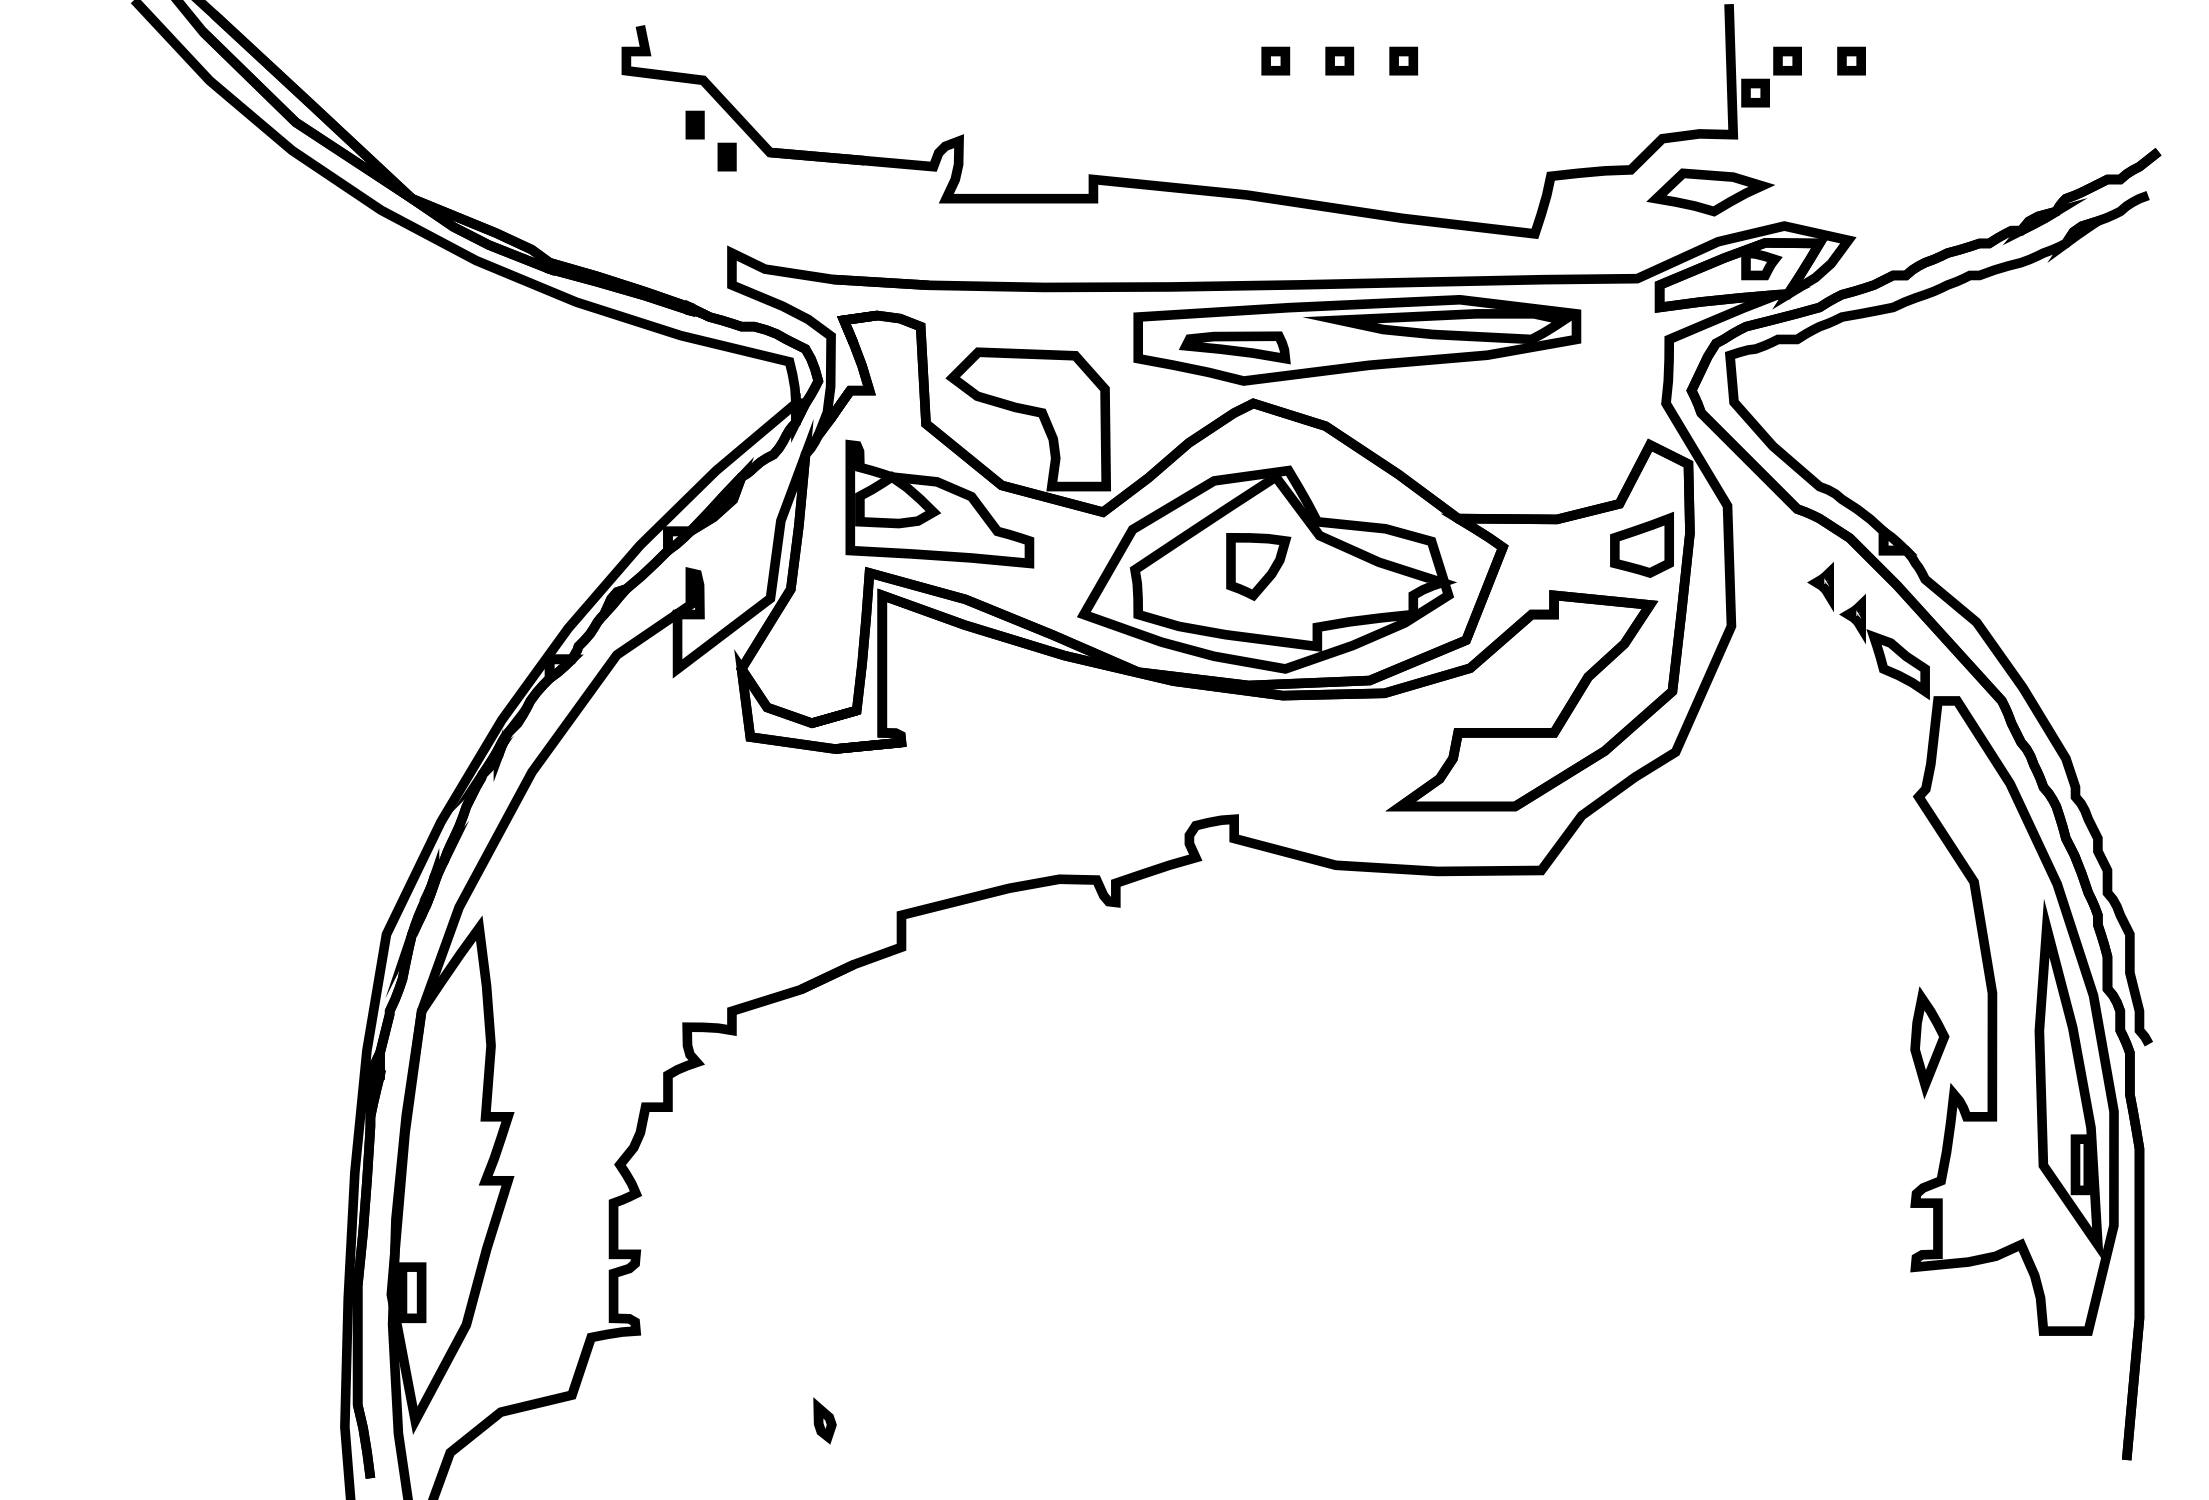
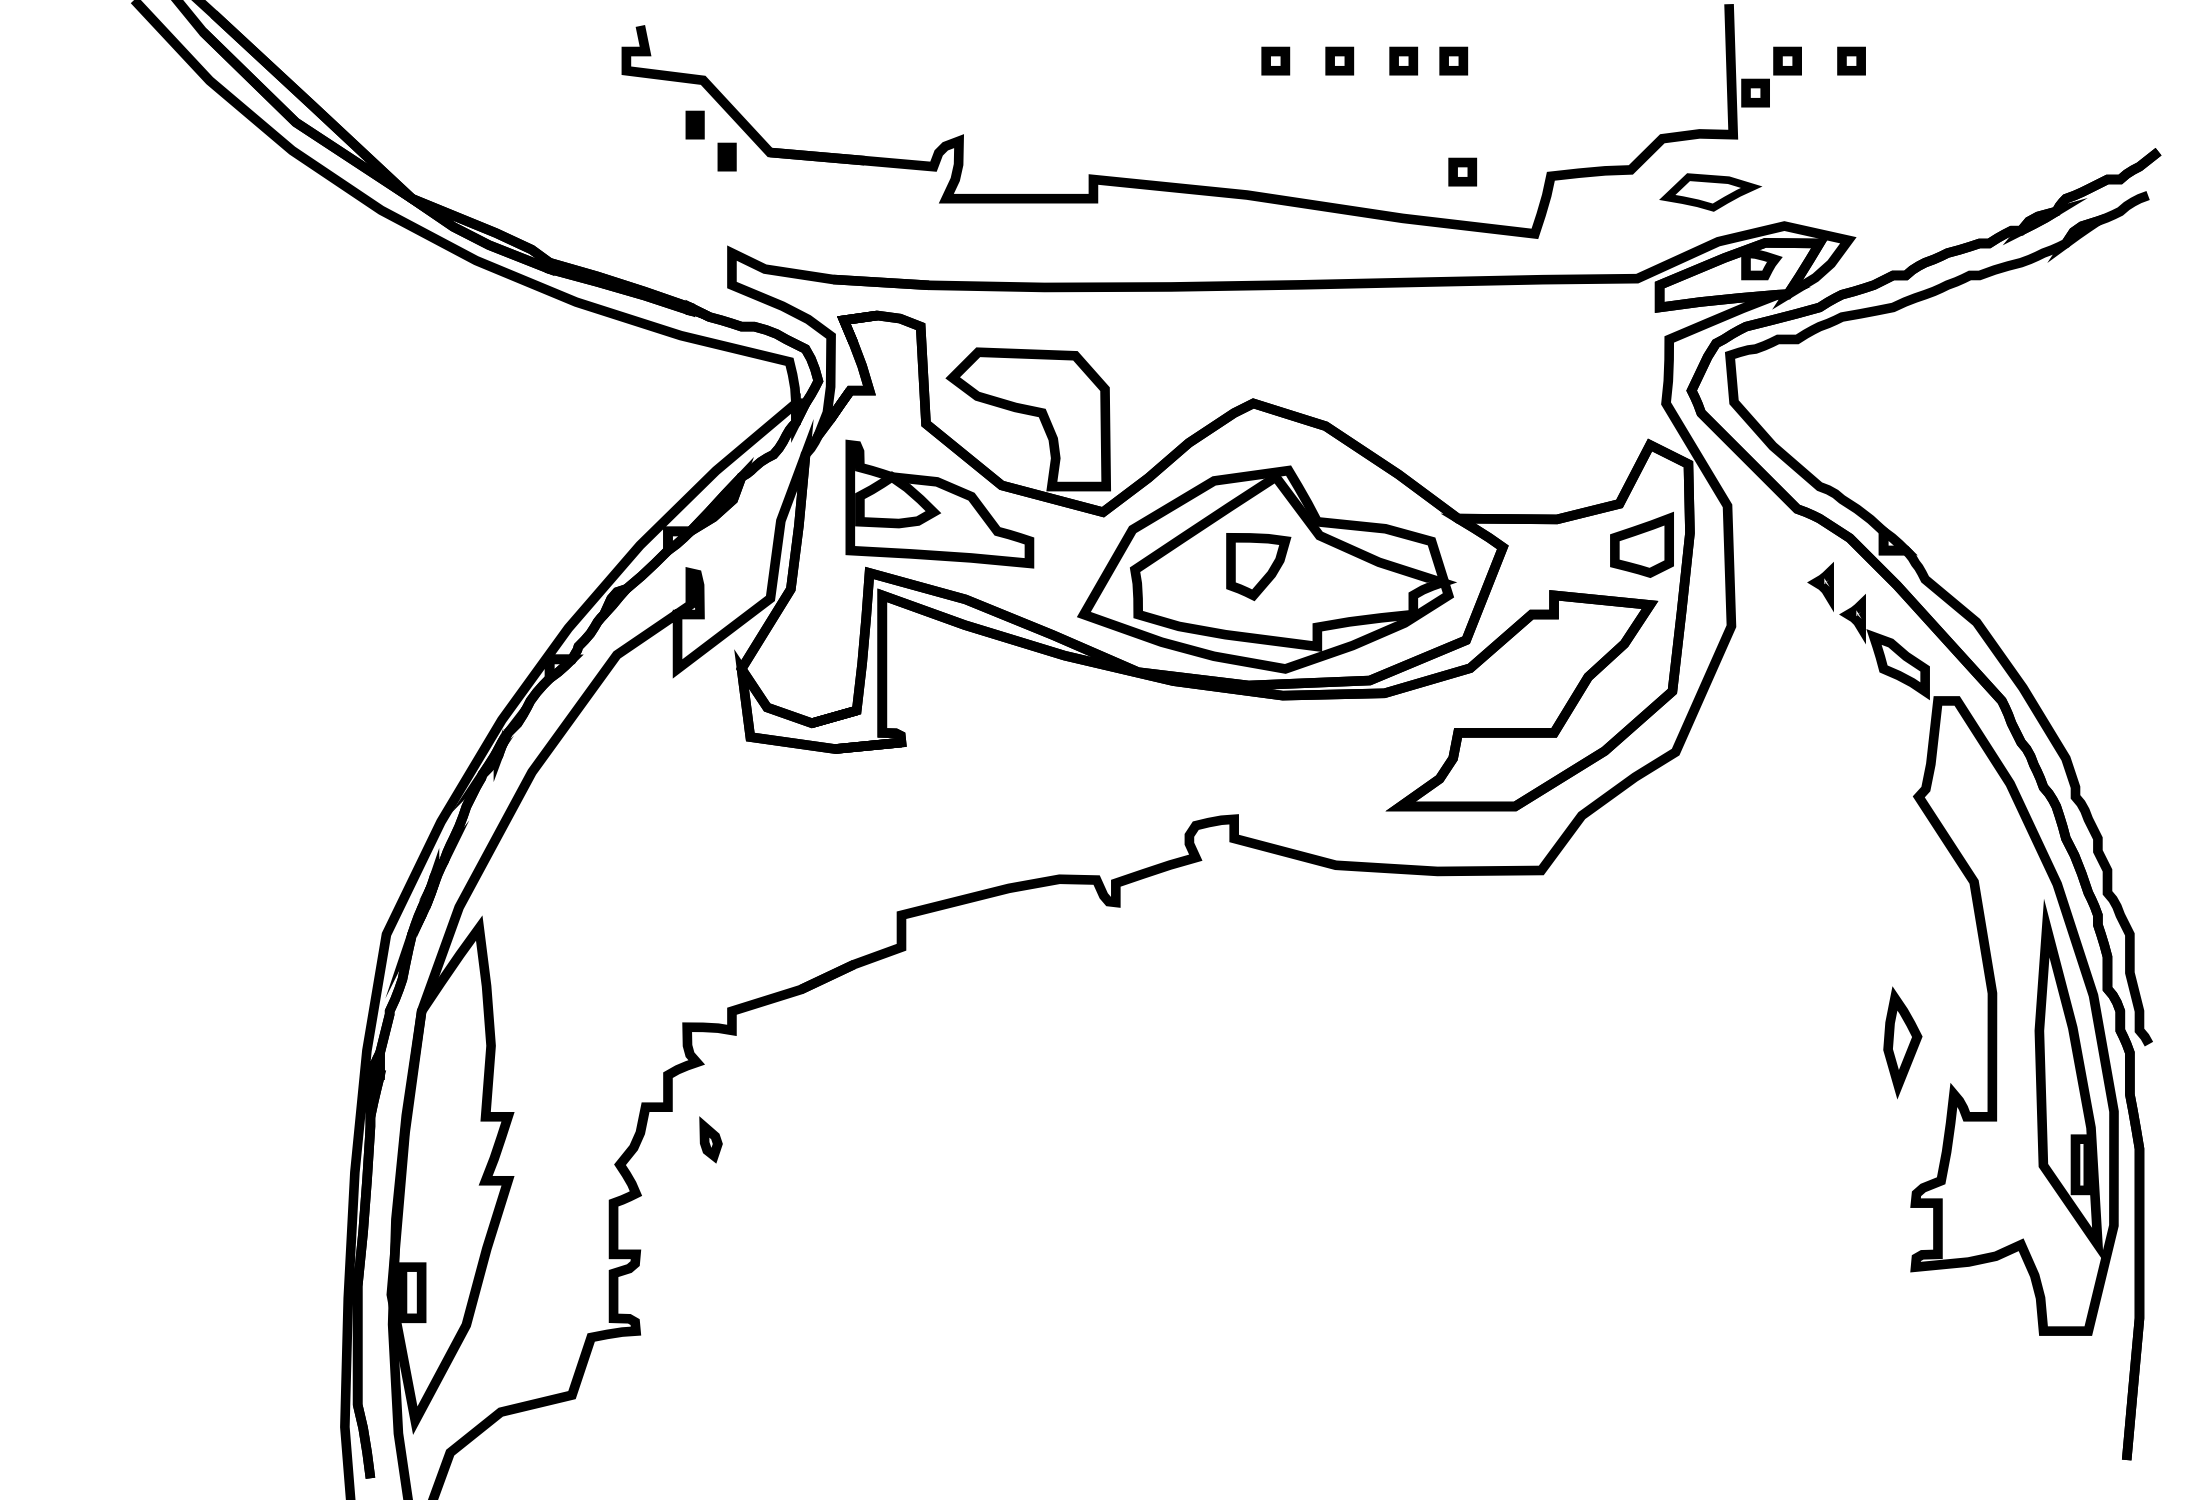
part at (1453, 60): none -> present
part at (1462, 171): none -> present
part at (1710, 192) size: 129x49 px -> 103x39 px
part at (1357, 340): present -> none
part at (1929, 1042) position: (1929, 1042) -> (1902, 1042)
part at (824, 1420) position: (824, 1420) -> (710, 1139)
